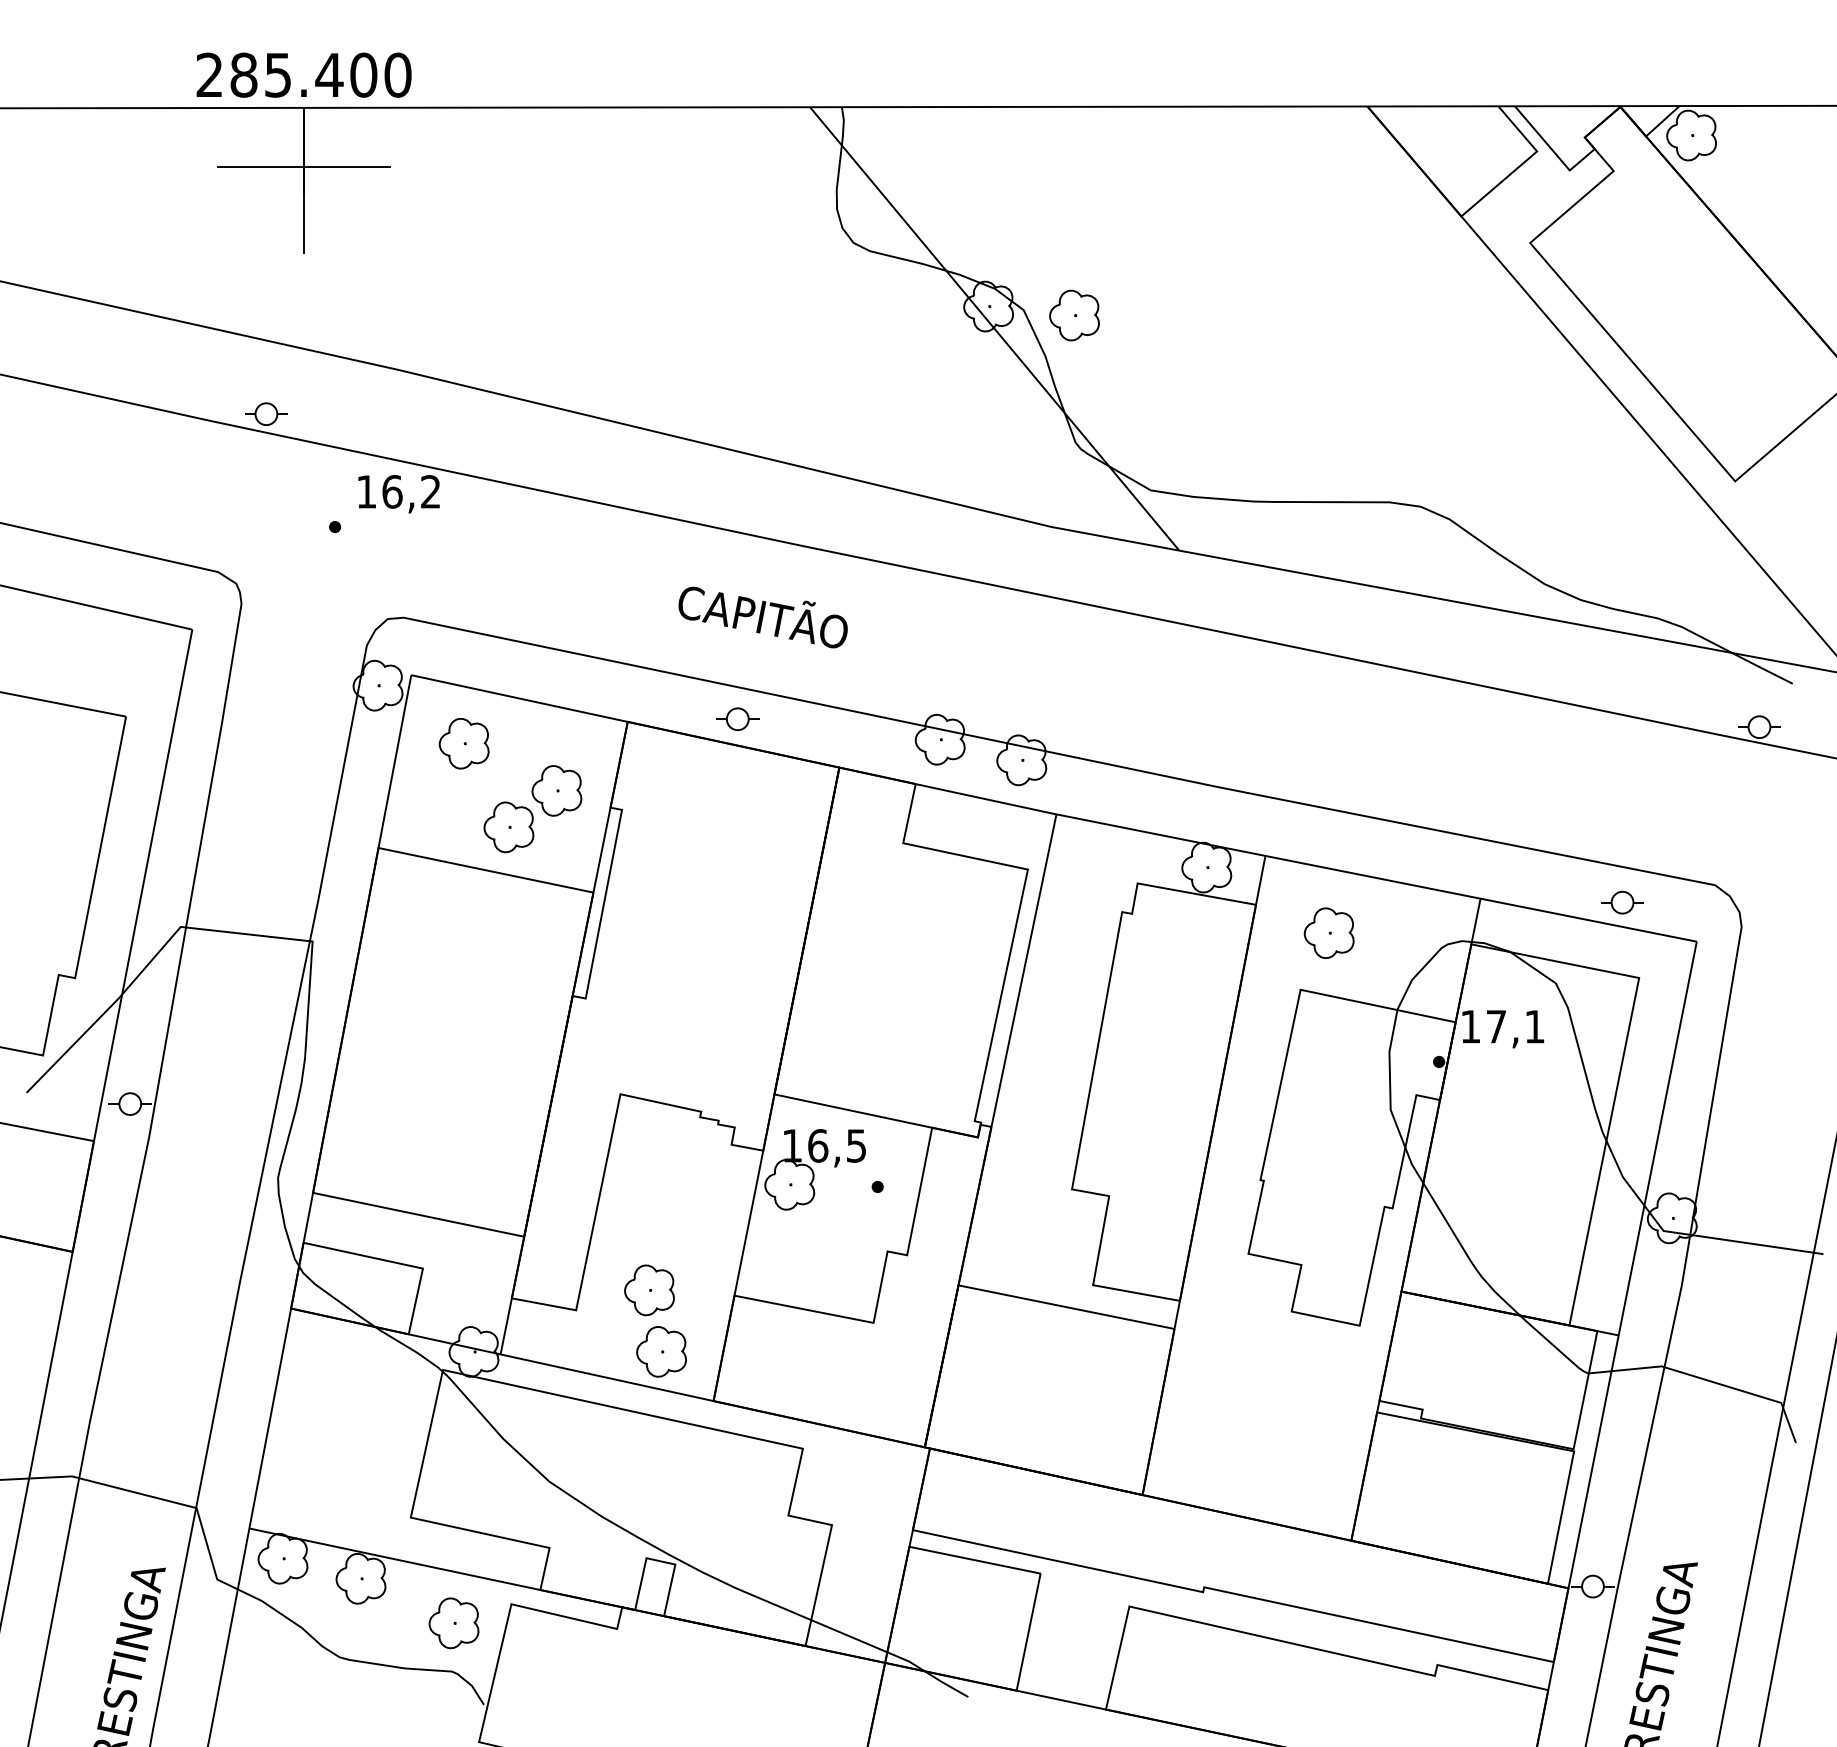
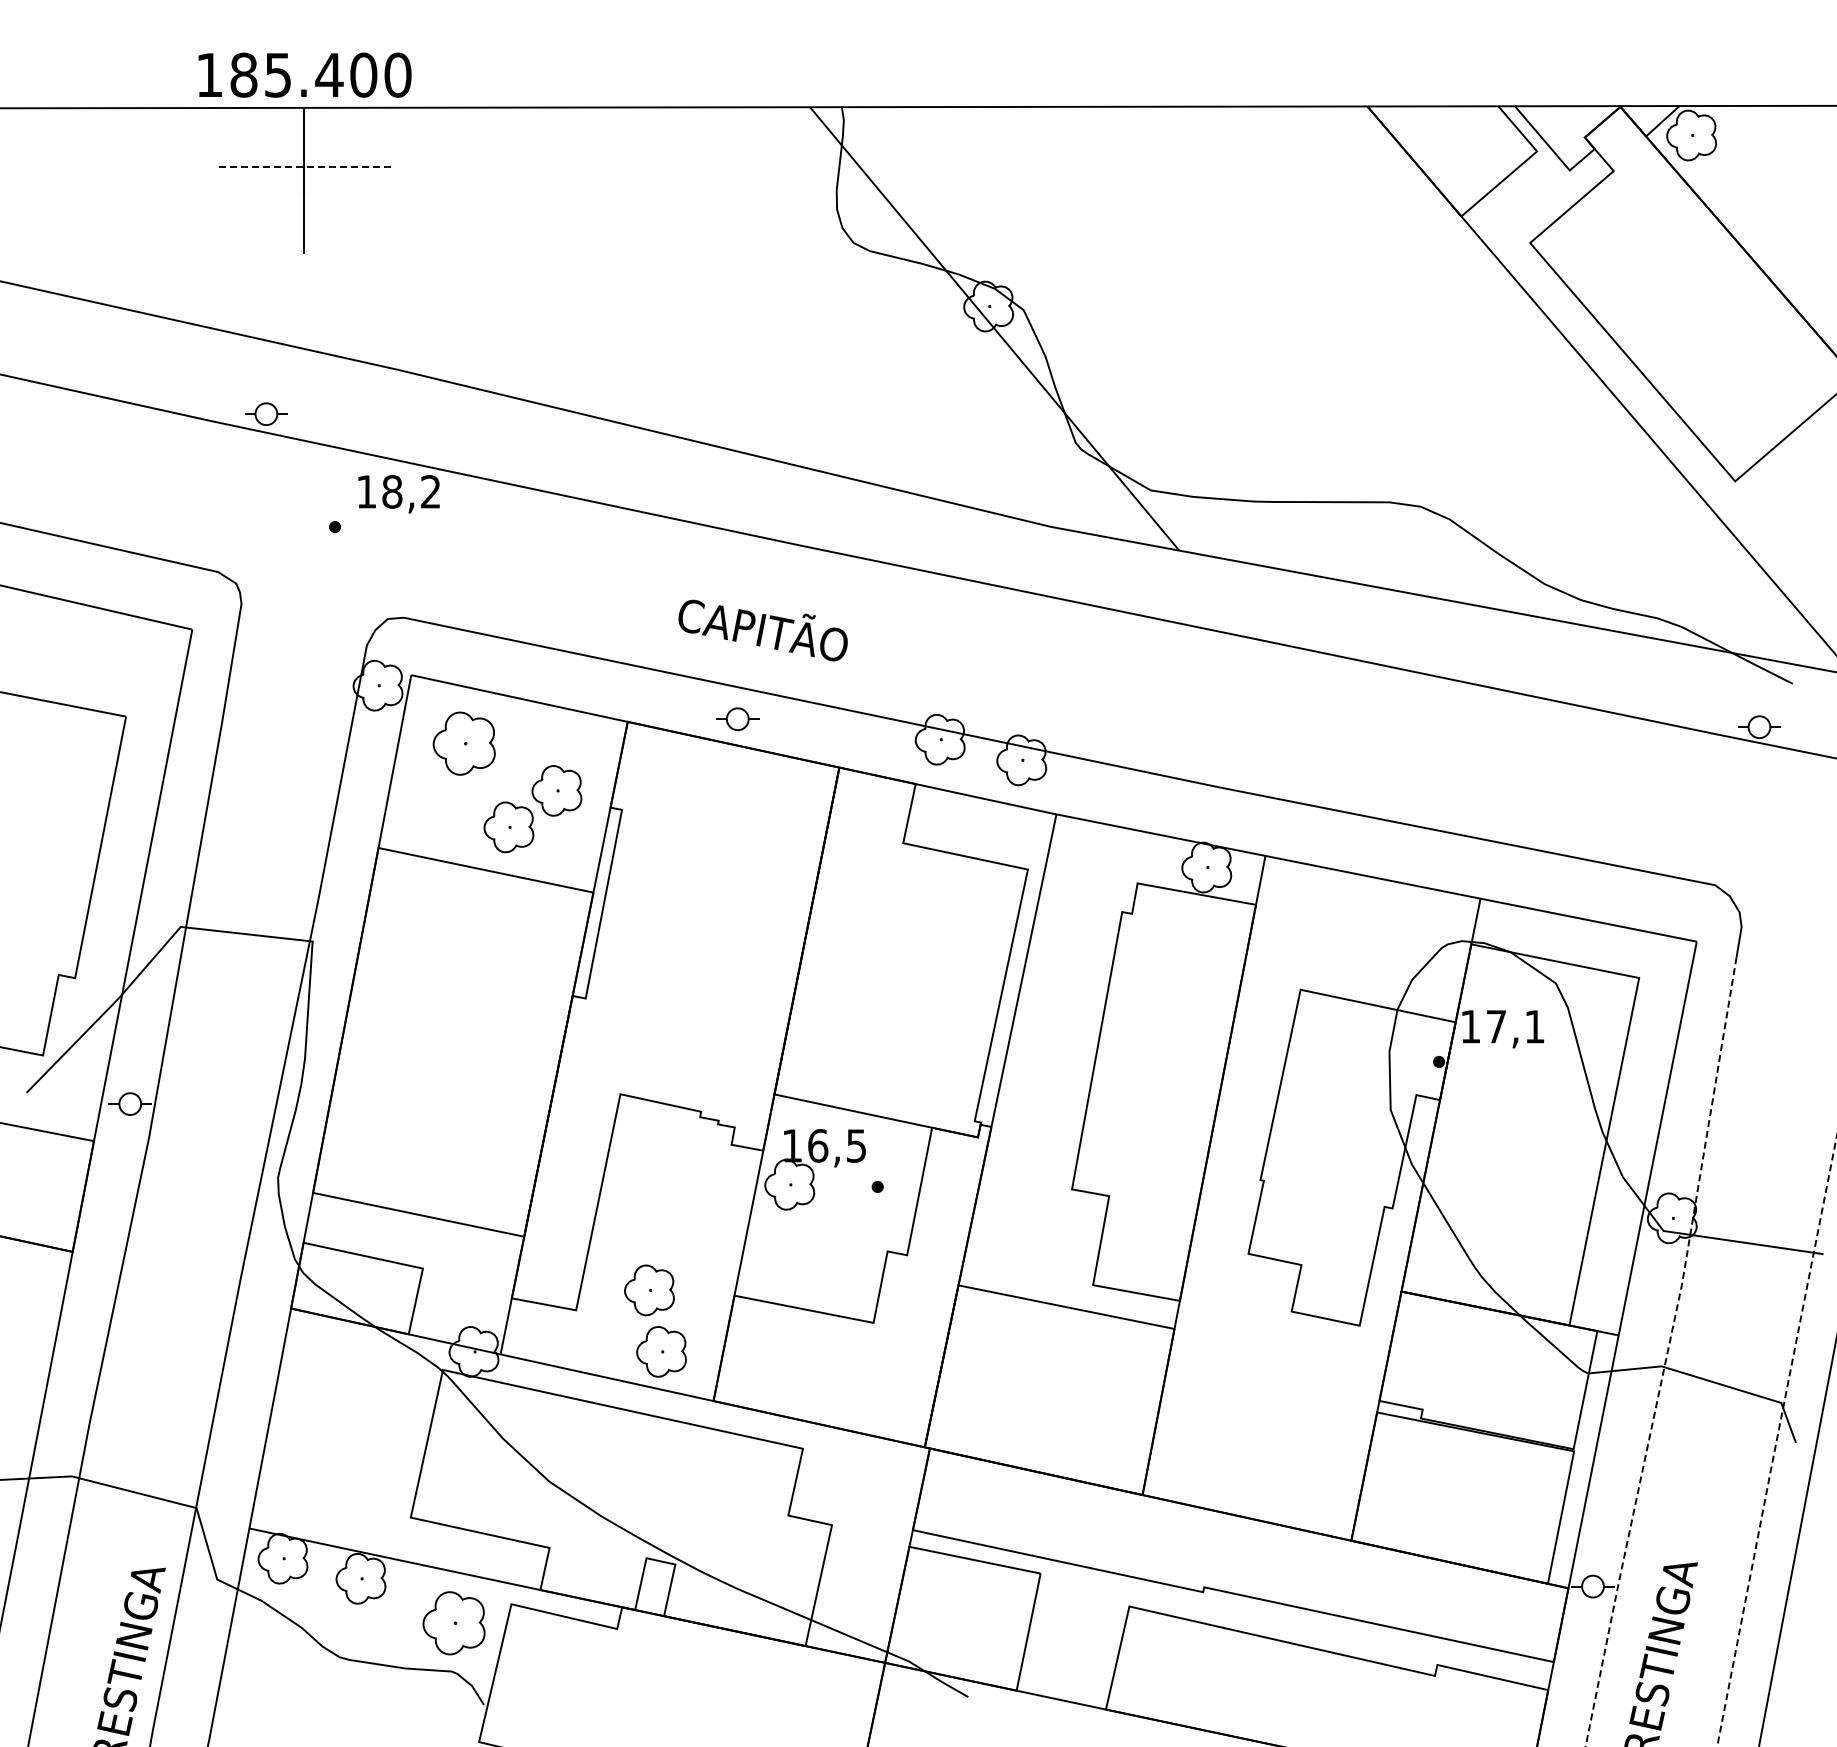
text at (208, 74): 285.400 -> 185.400
line at (303, 166): solid -> dashed
part at (1074, 315): present -> none
text at (392, 491): 16,2 -> 18,2
text at (762, 617) position: (762, 617) -> (762, 630)
part at (463, 743) size: 52x52 px -> 64x65 px
part at (1622, 902): present -> none
part at (1328, 932): present -> none
line at (1667, 1353): solid -> dashed
line at (1776, 1441): solid -> dashed
part at (453, 1623) size: 52x53 px -> 64x65 px
